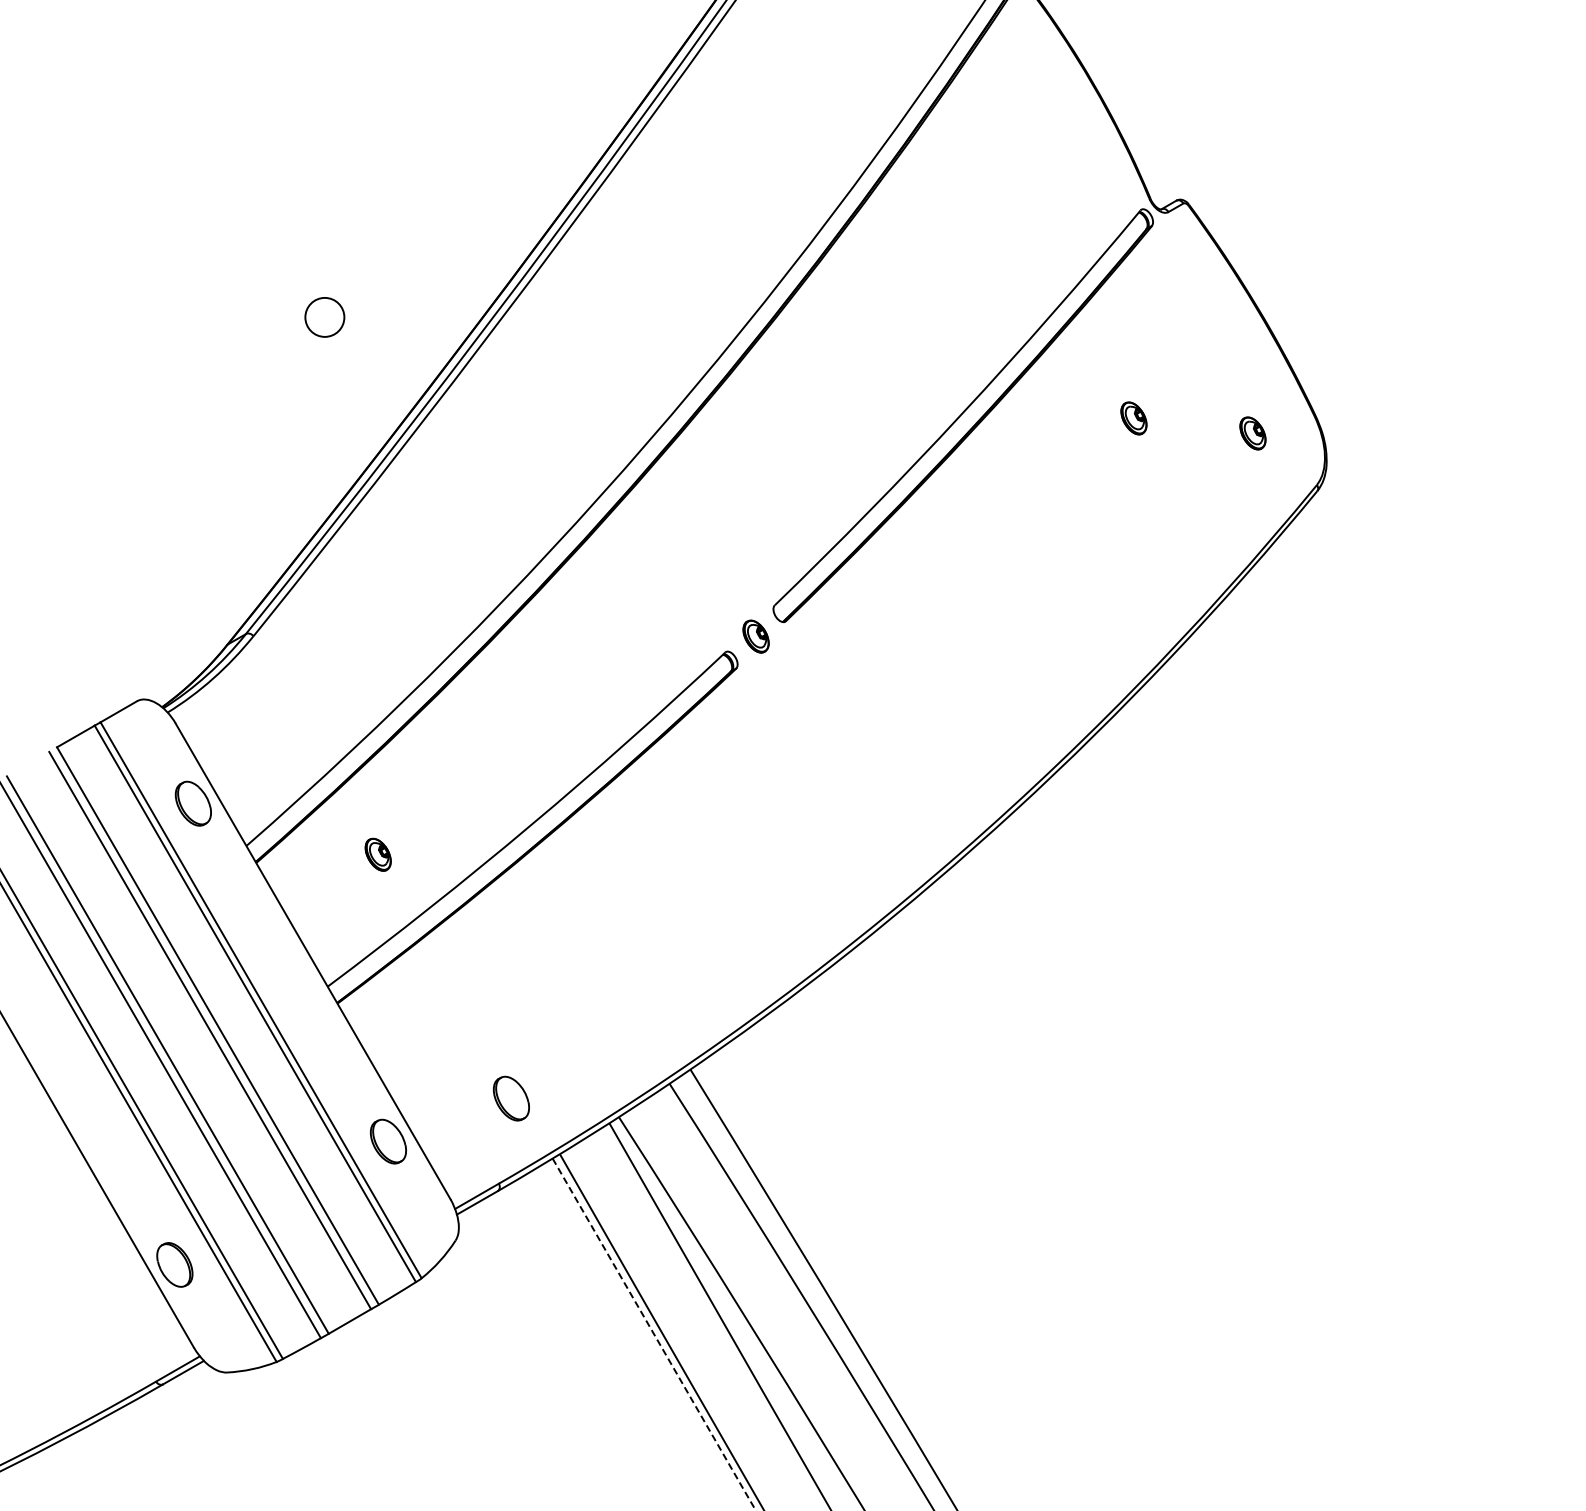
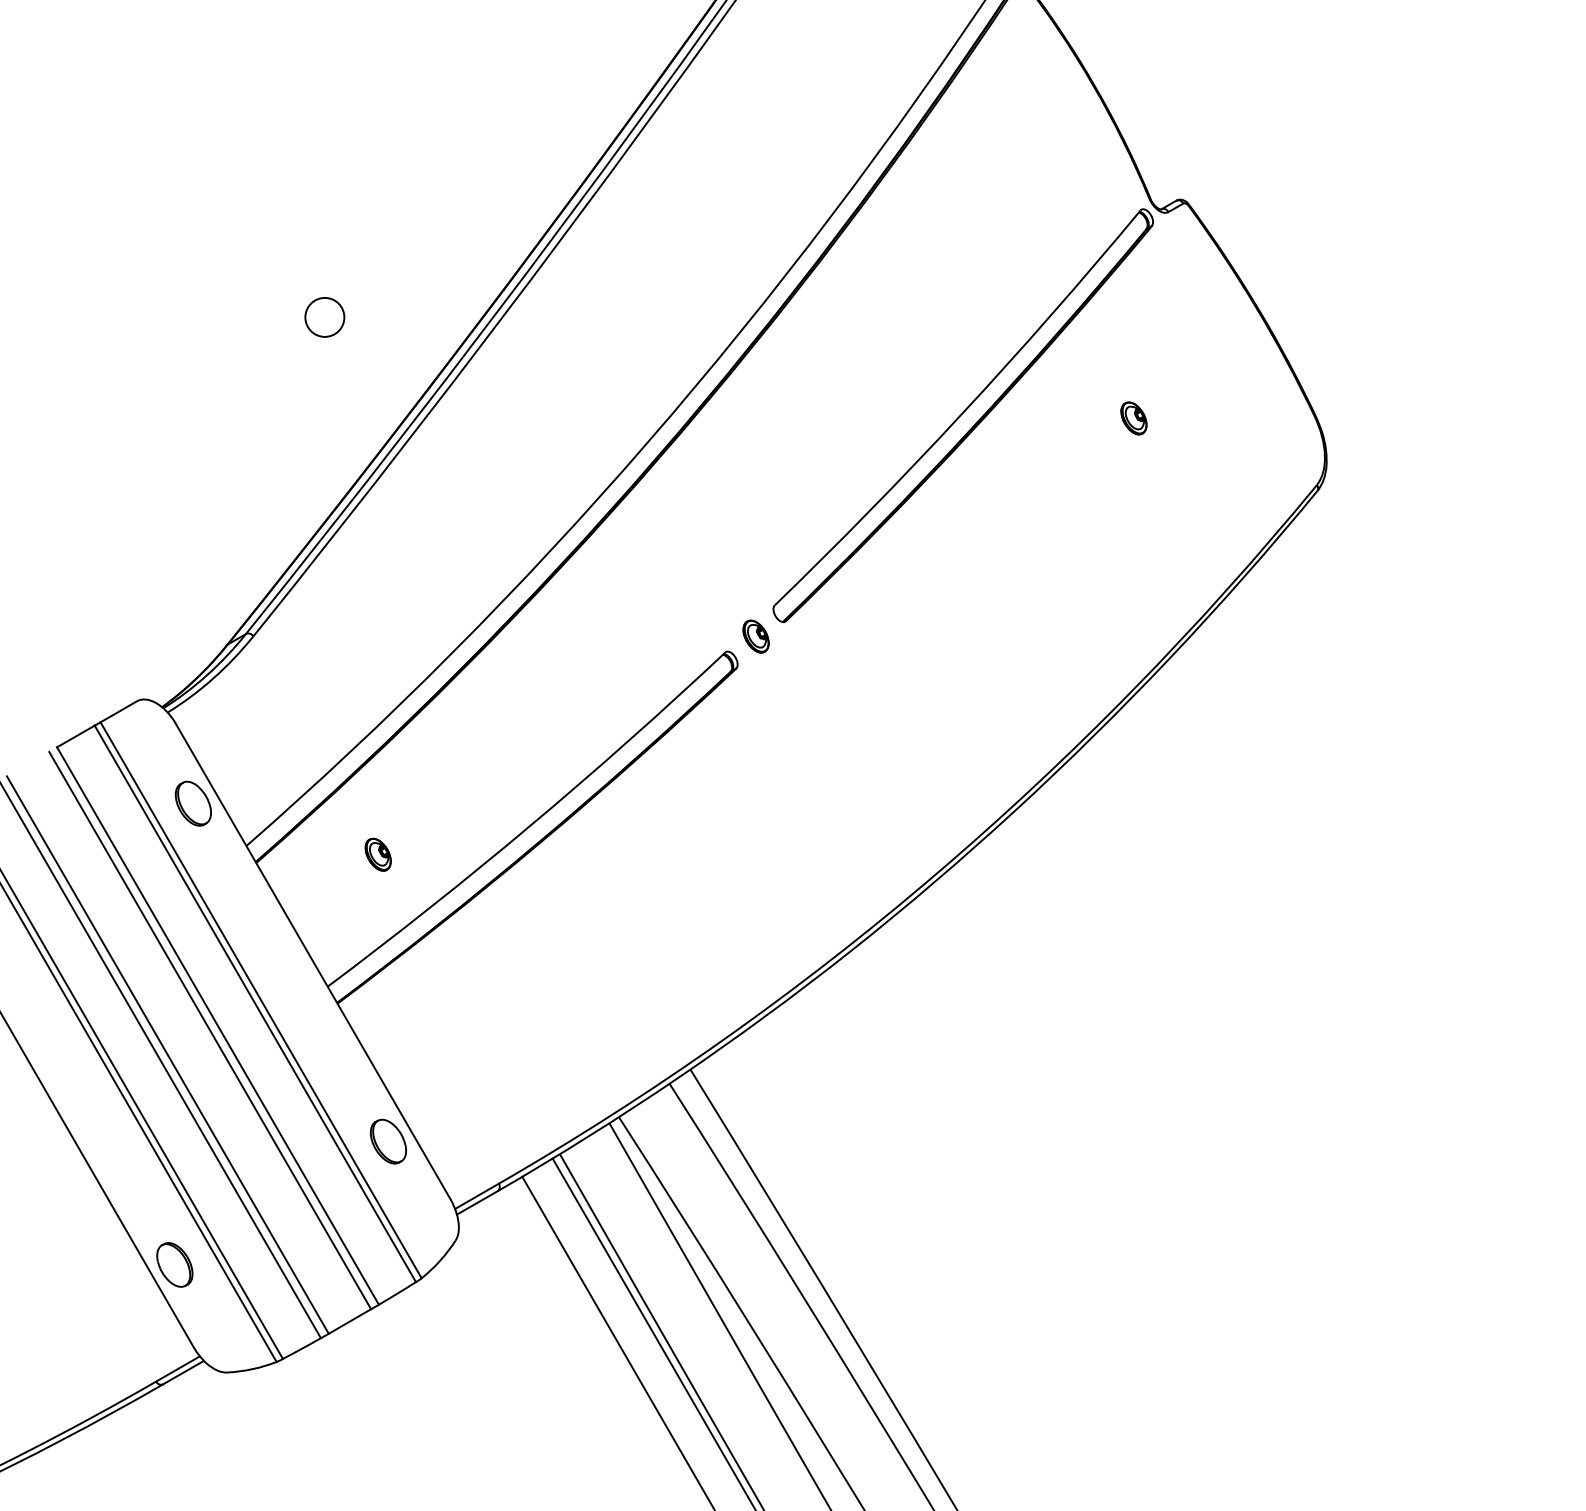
part at (1252, 433): present -> none
part at (511, 1098): present -> none
line at (654, 1334): dashed -> solid
line at (617, 1341): none -> present
